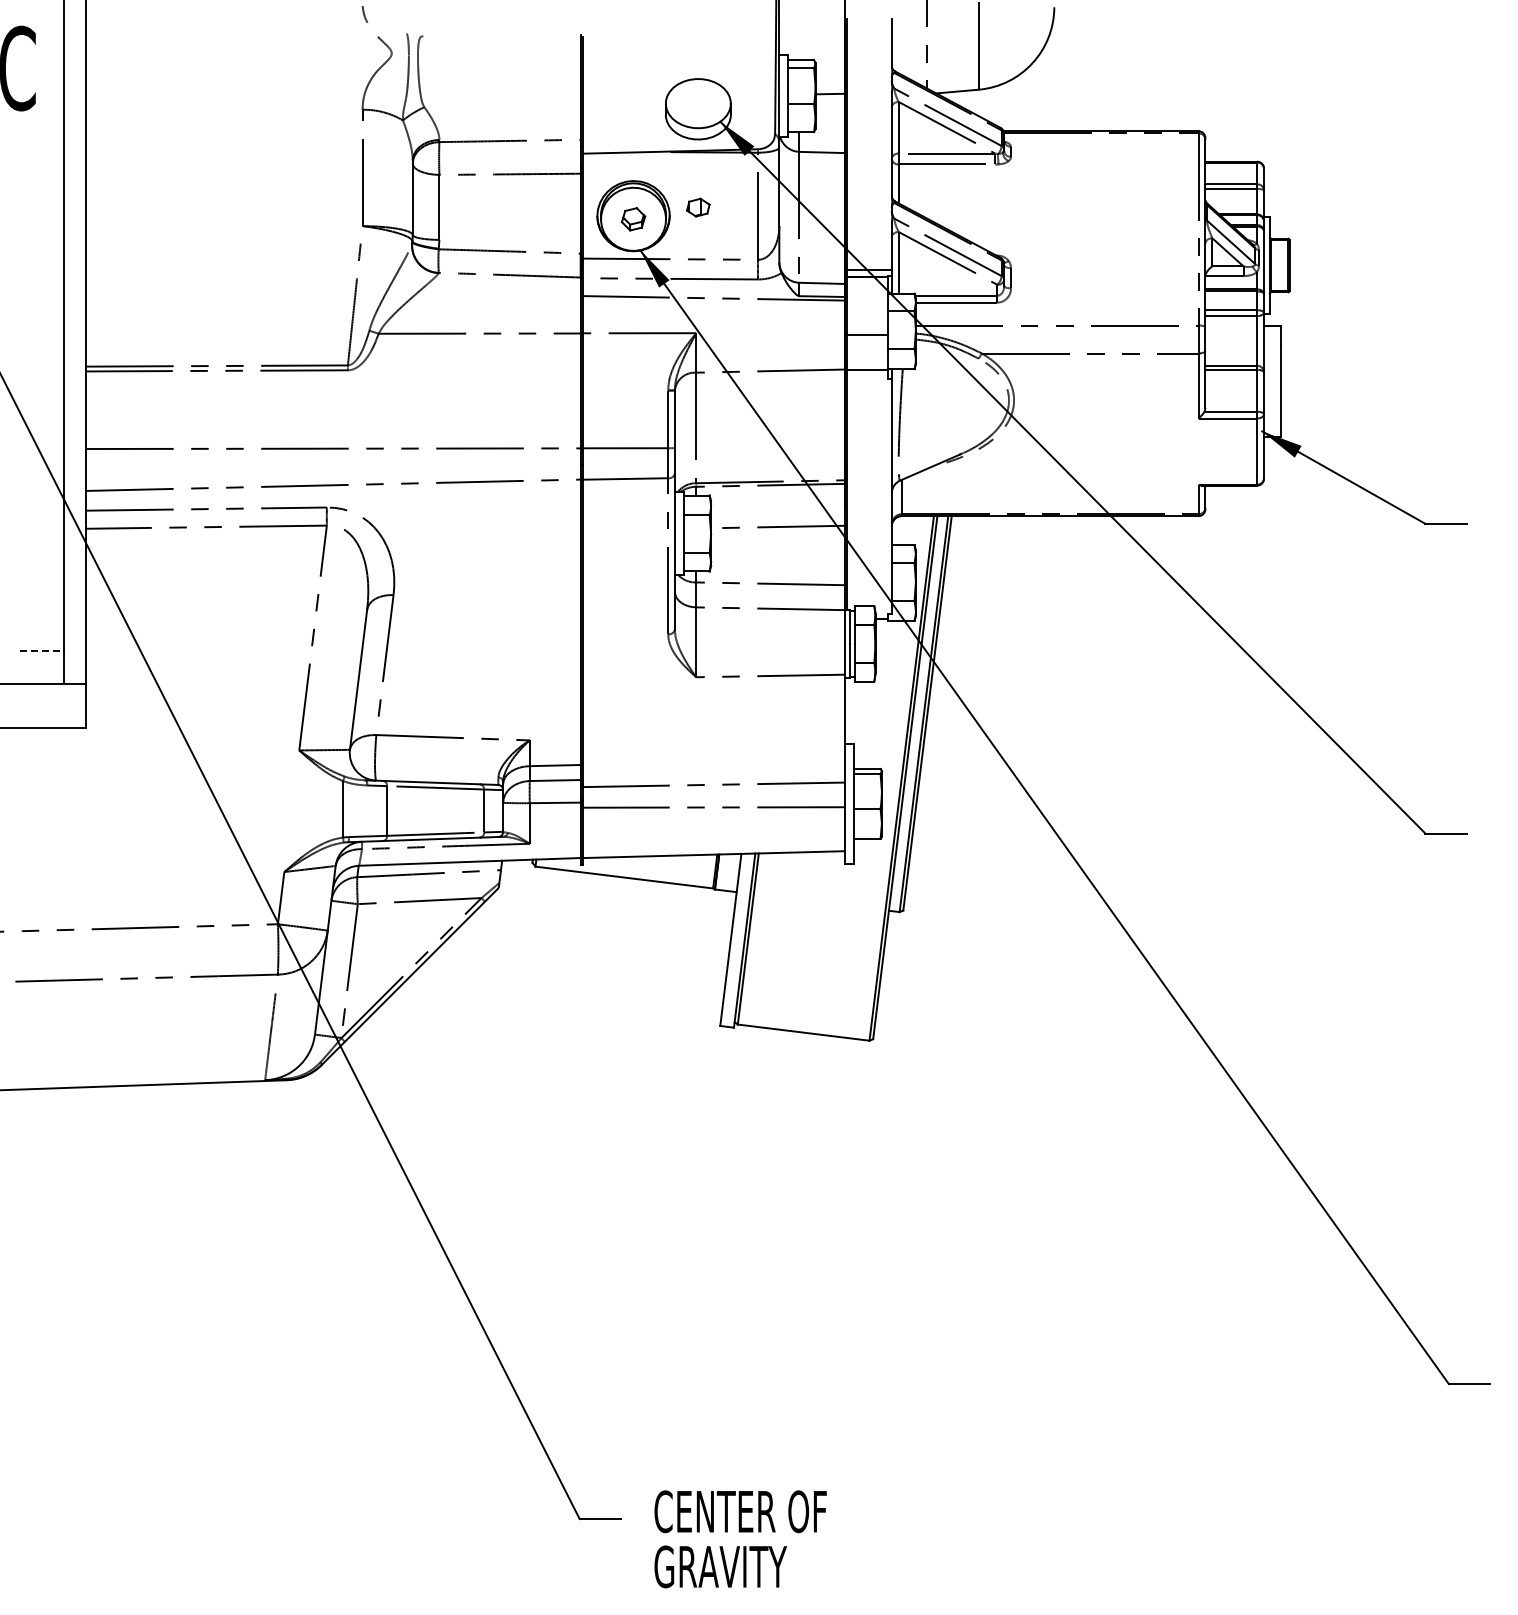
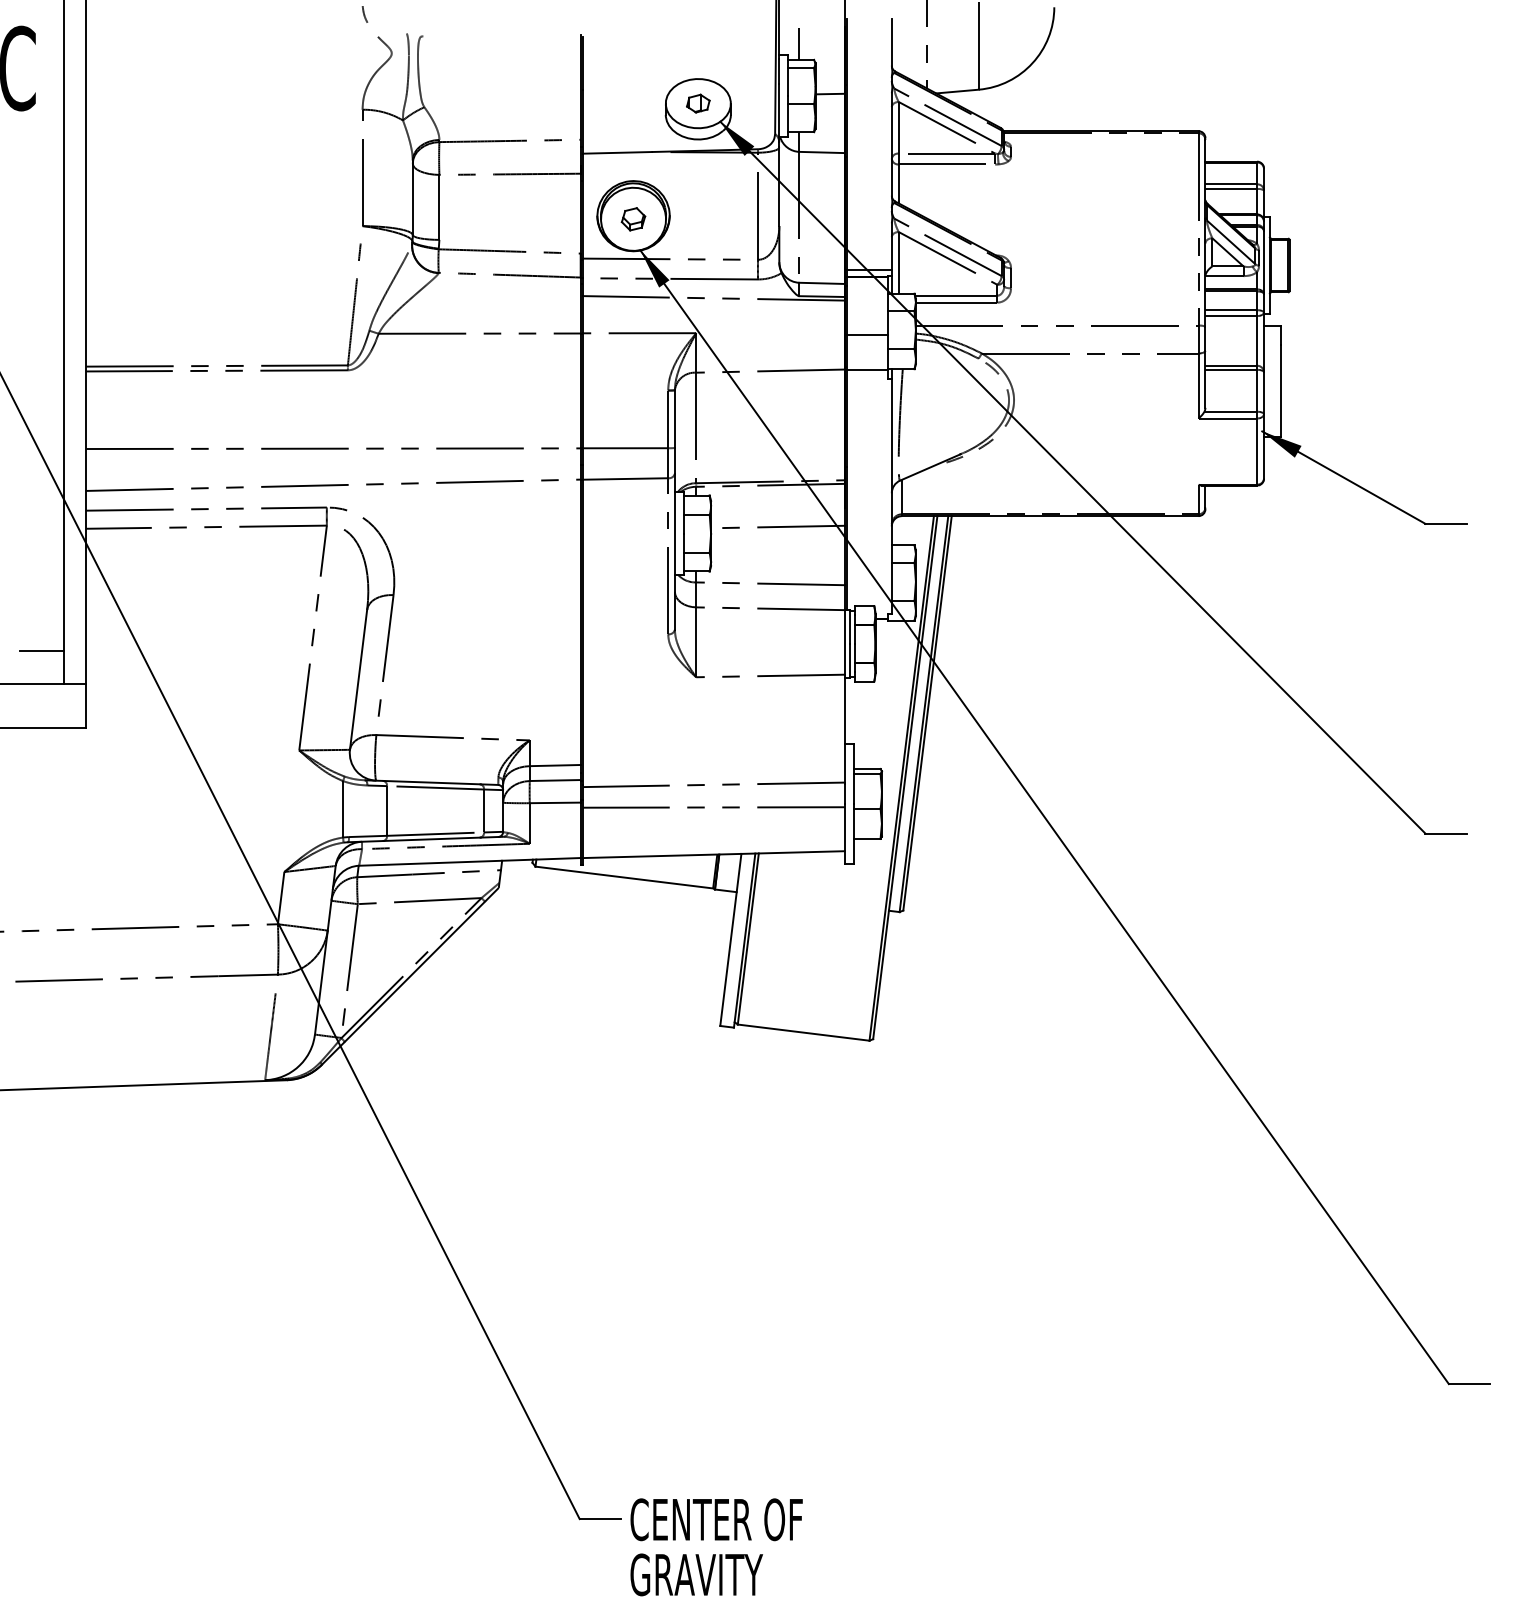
line at (799, 43): none -> present
part at (698, 207) position: (698, 207) -> (698, 103)
line at (42, 651): dashed -> solid
text at (740, 1539) position: (740, 1539) -> (716, 1547)
